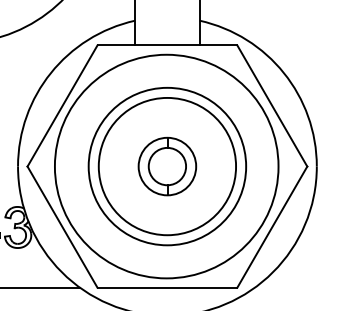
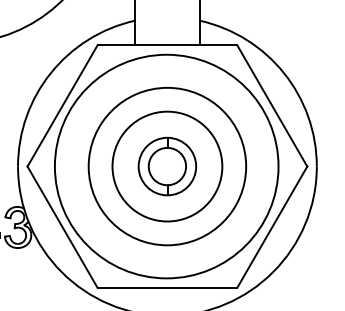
circle at (167, 166) diameter: 137 px -> 110 px
line at (41, 287): present -> none
